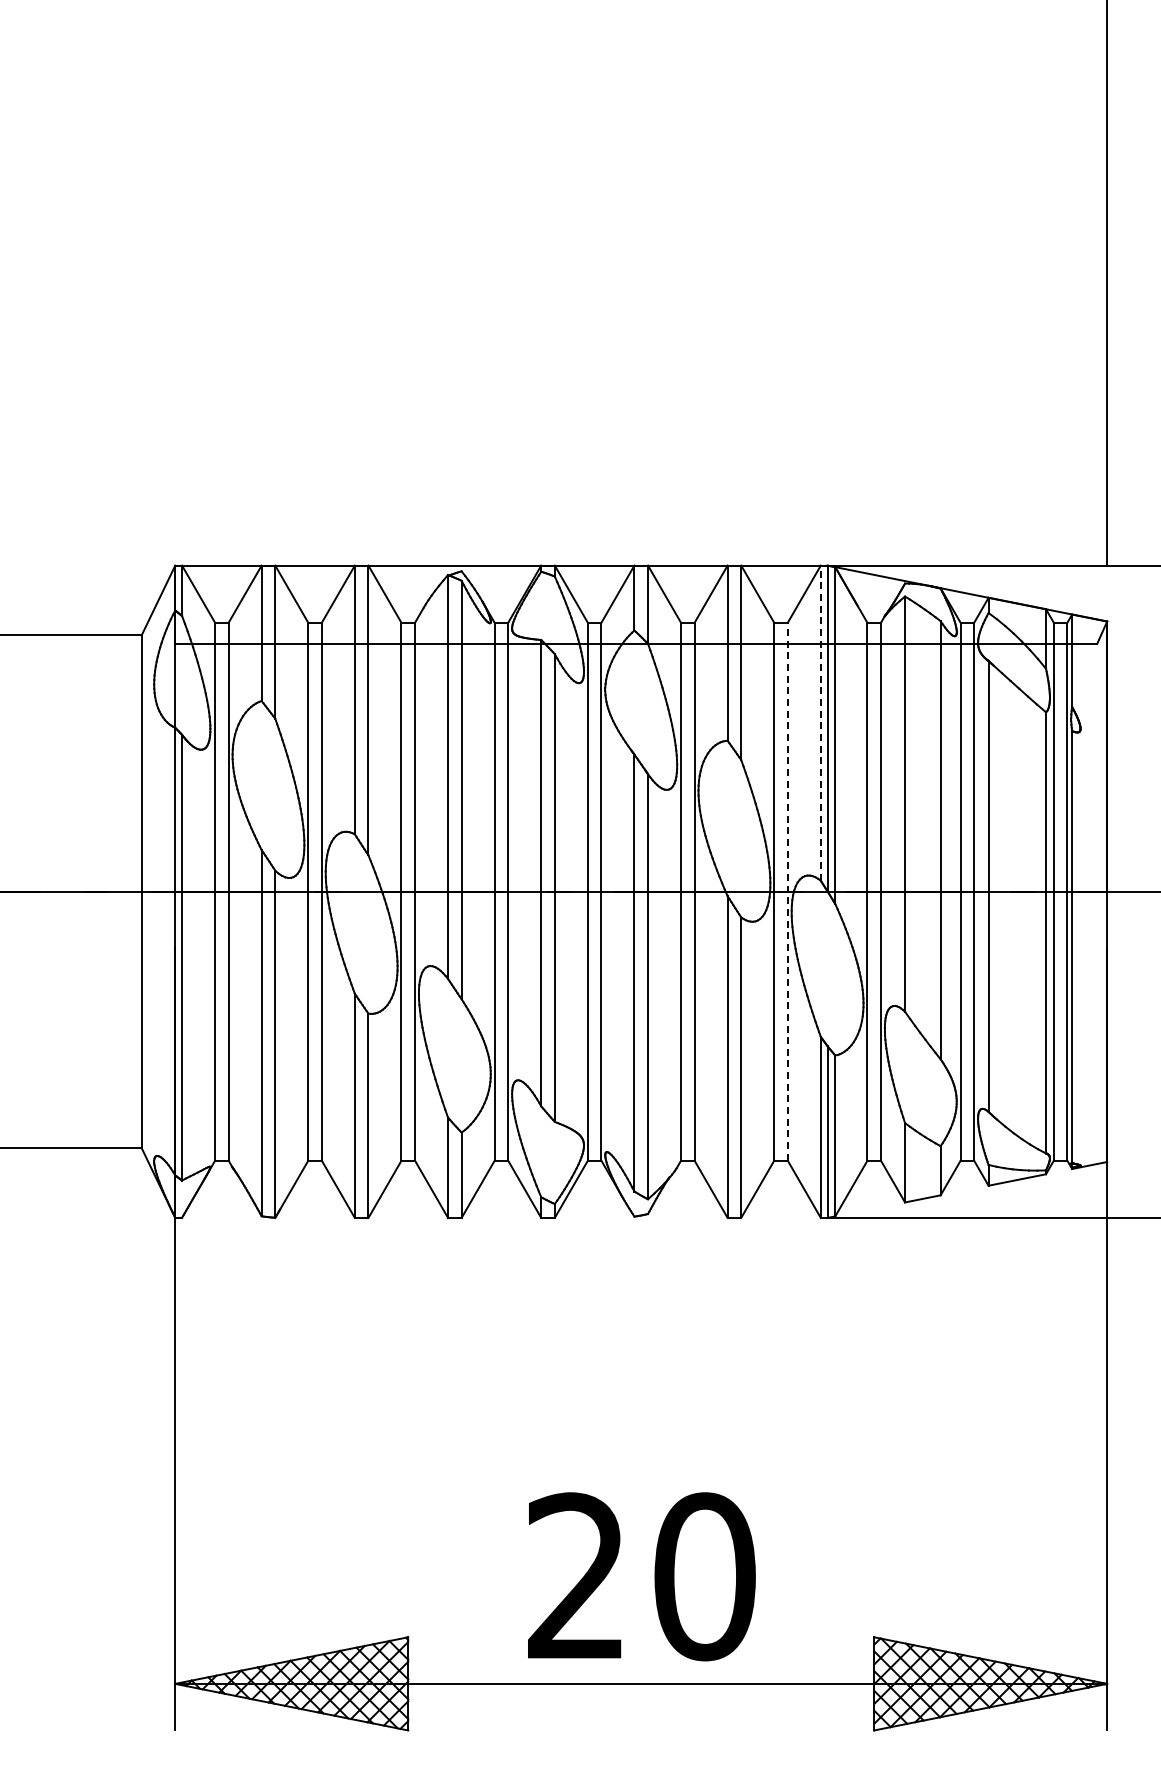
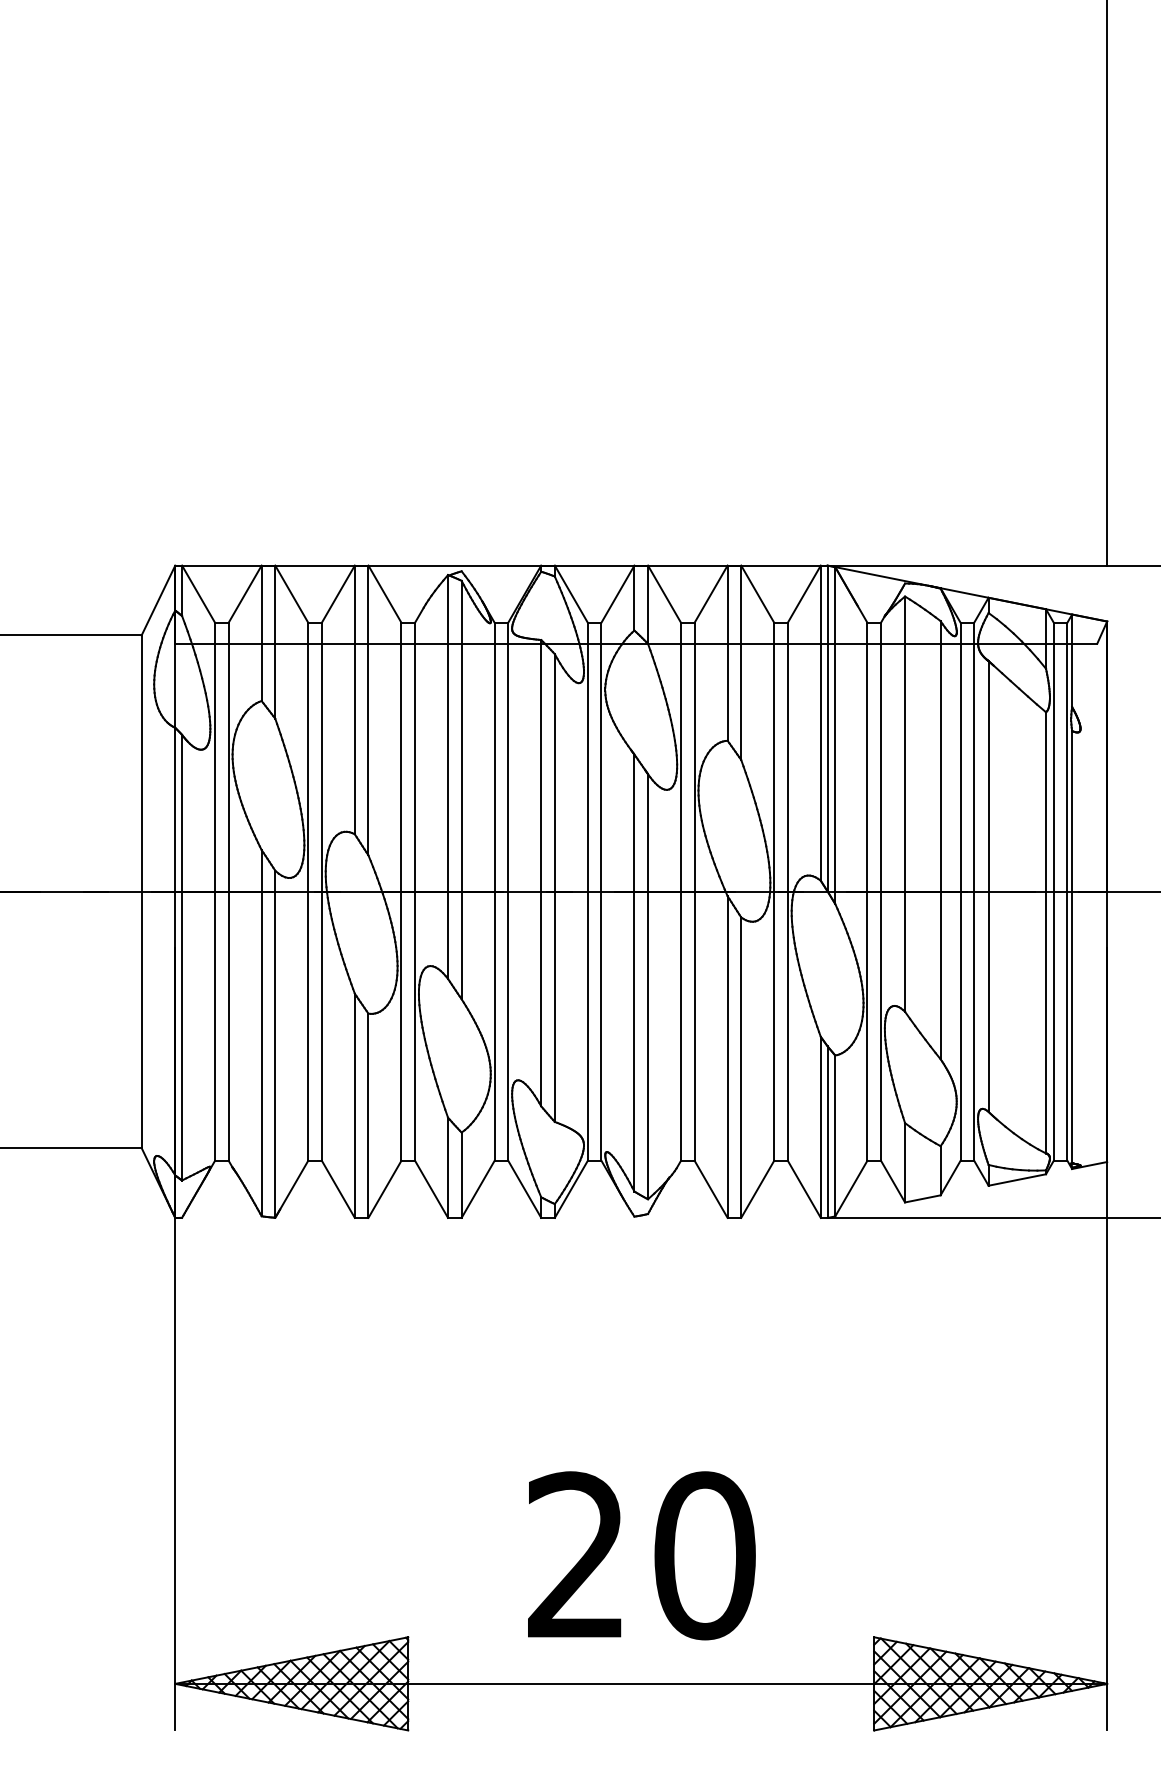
line at (820, 723): dashed -> solid
line at (787, 891): dashed -> solid
text at (641, 1576) position: (641, 1576) -> (641, 1555)
